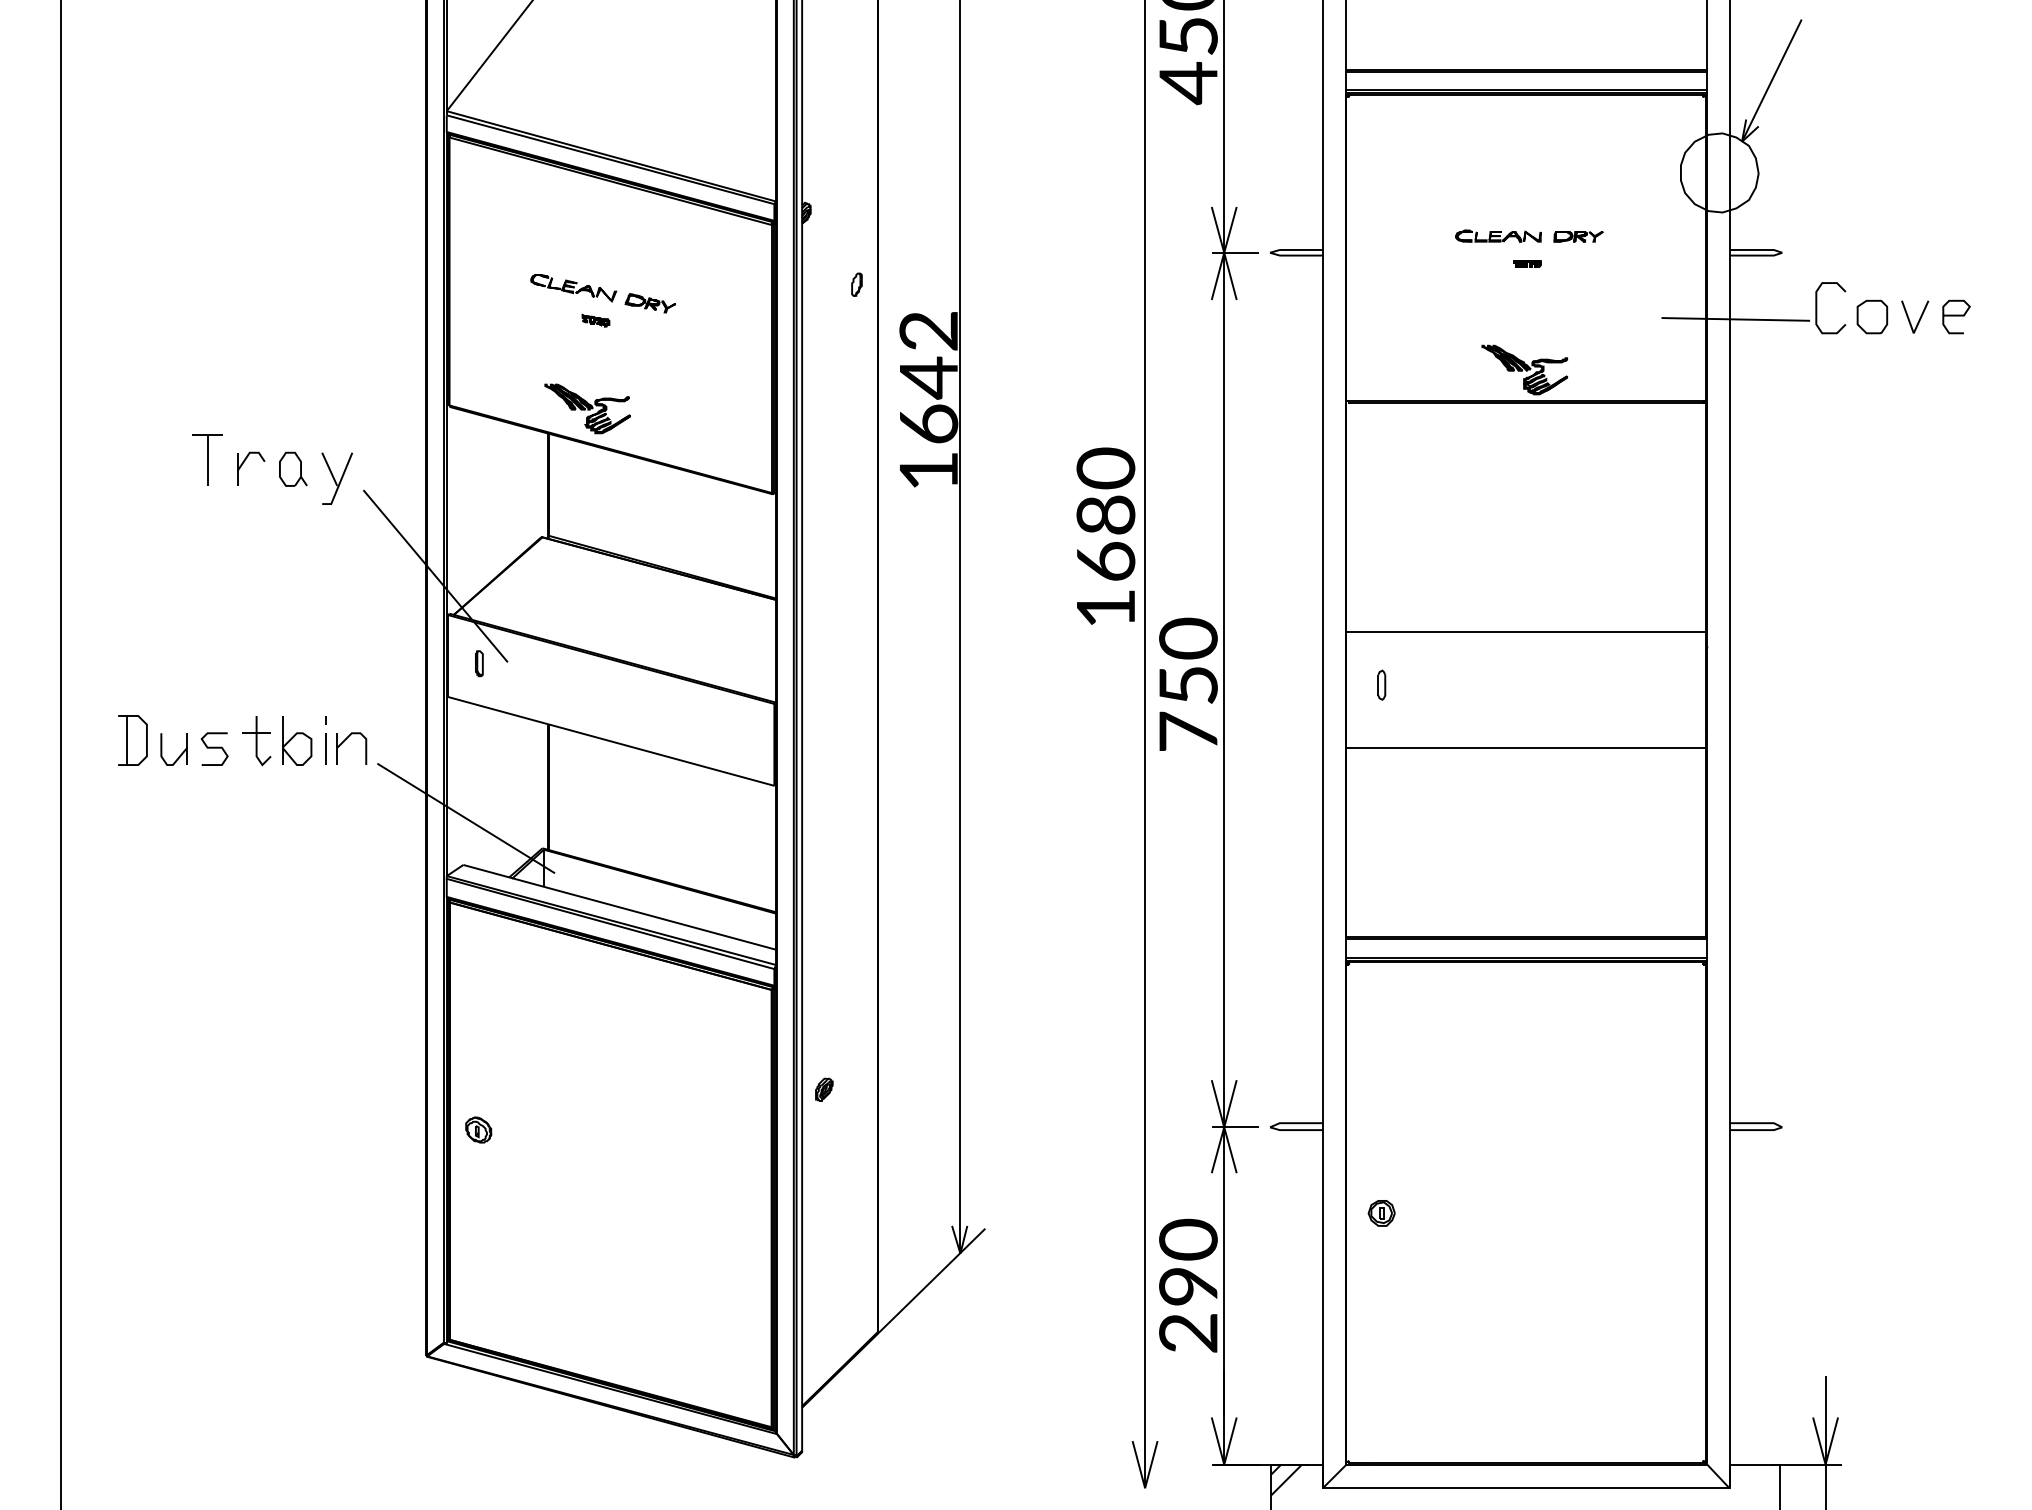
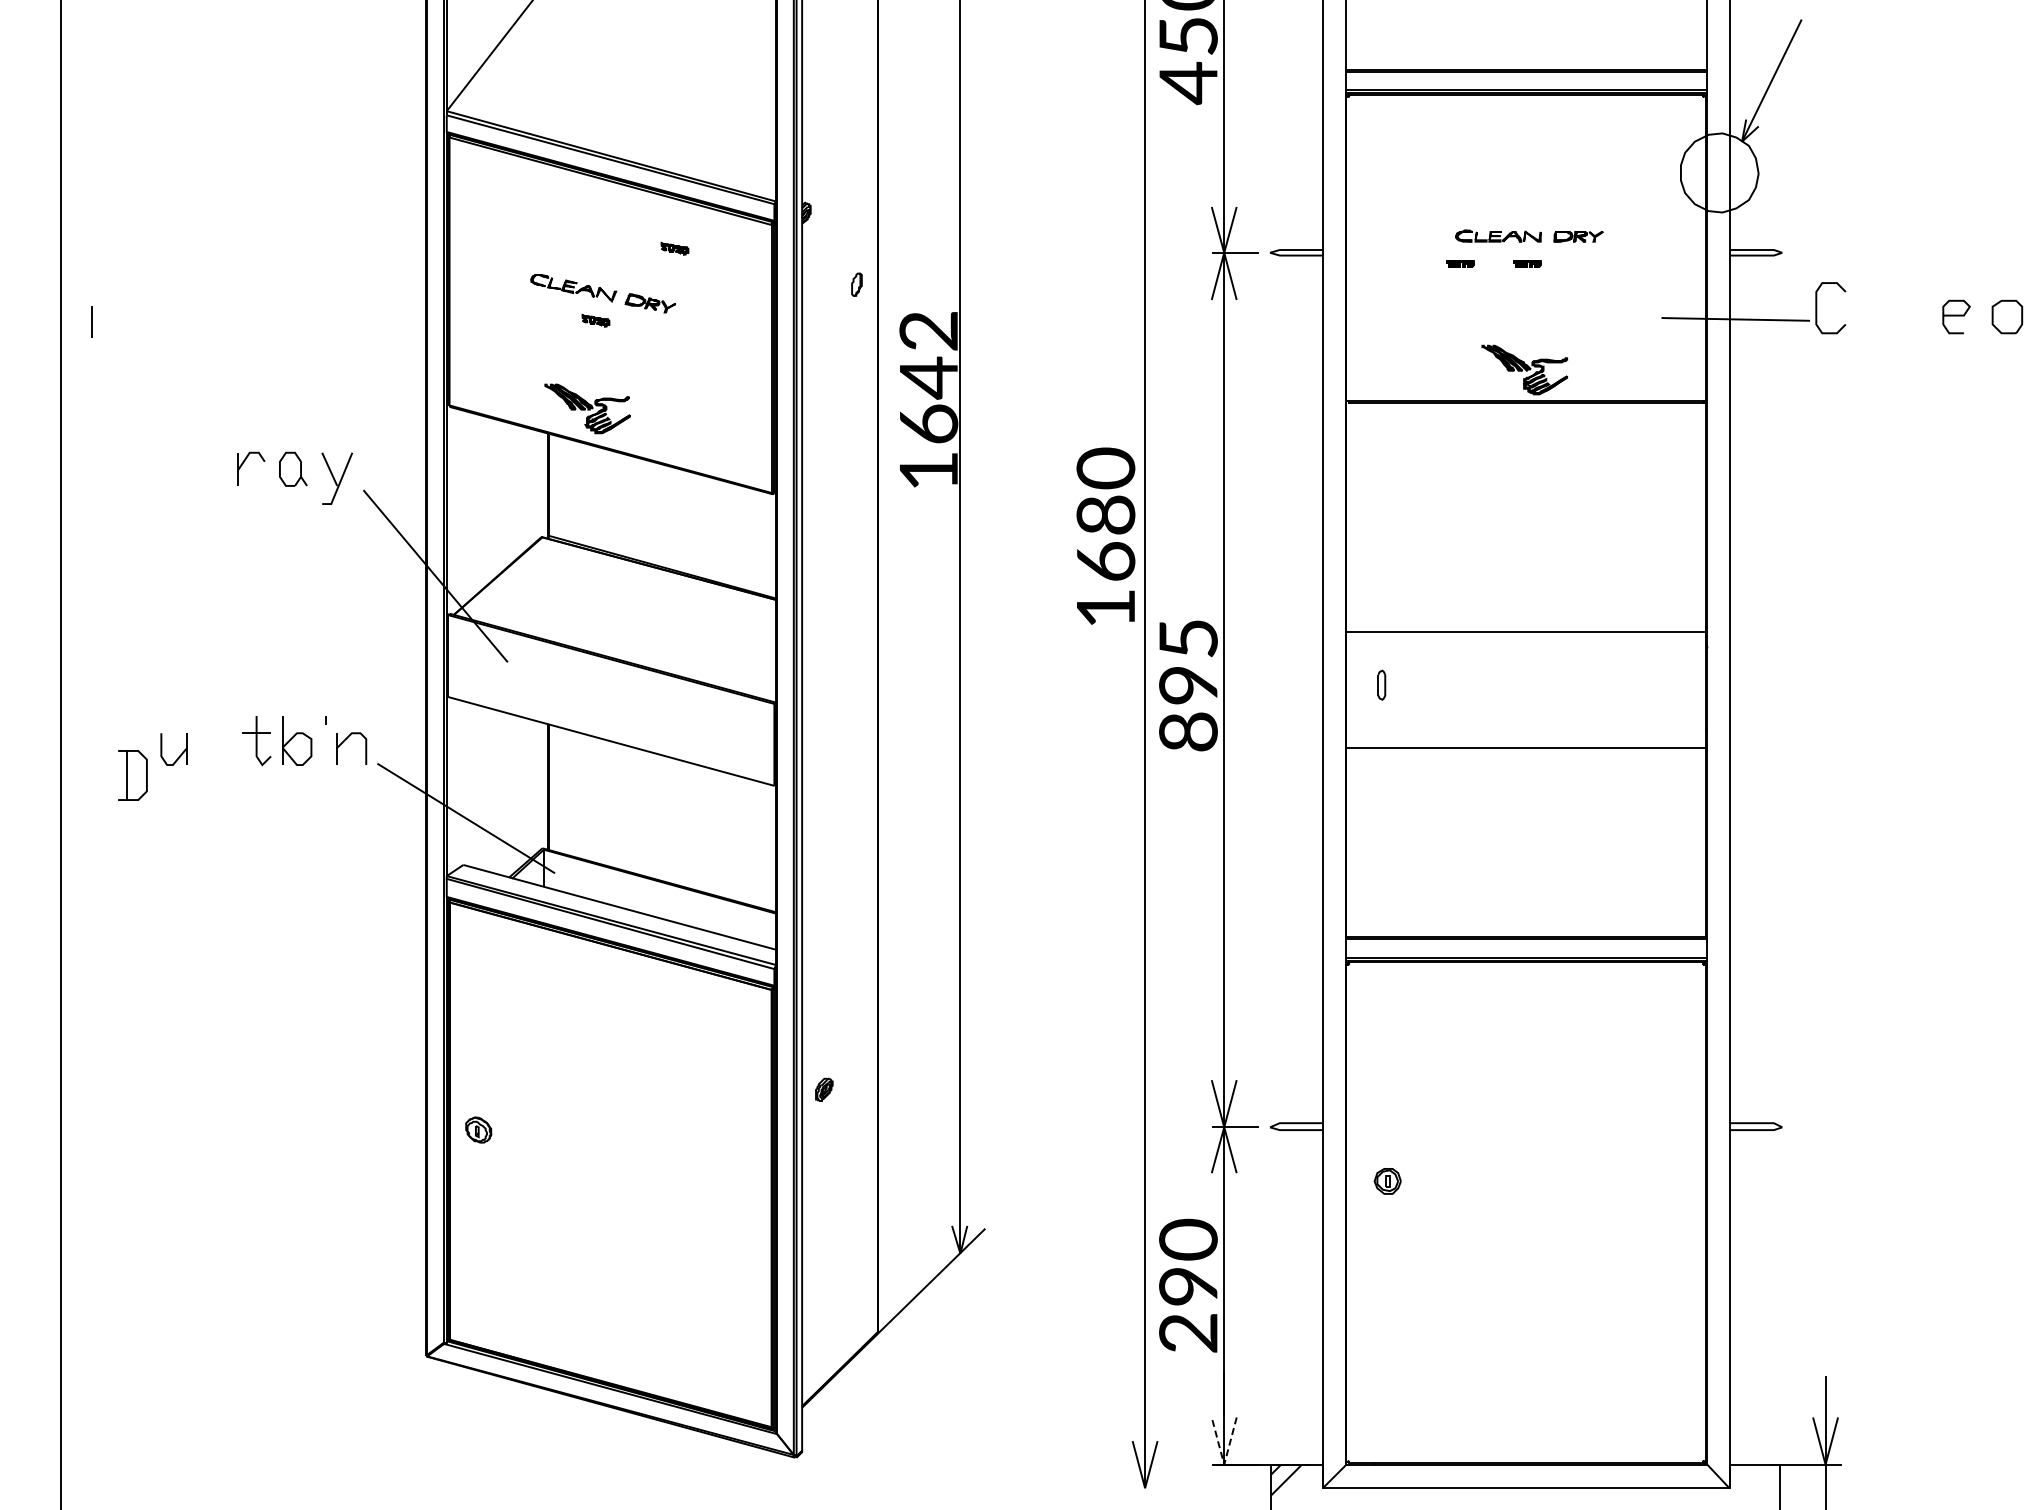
part at (674, 248): none -> present
part at (1460, 263): none -> present
part at (1872, 316) position: (1872, 316) -> (2007, 316)
line at (1919, 317): present -> none
part at (207, 459): present -> none
part at (479, 663): present -> none
text at (1188, 684): 750 -> 895
part at (132, 740) position: (132, 740) -> (132, 775)
curve at (214, 748): present -> none
line at (325, 748) position: (325, 748) -> (91, 321)
part at (1381, 1213) position: (1381, 1213) -> (1387, 1181)
line at (1224, 1464): solid -> dashed
